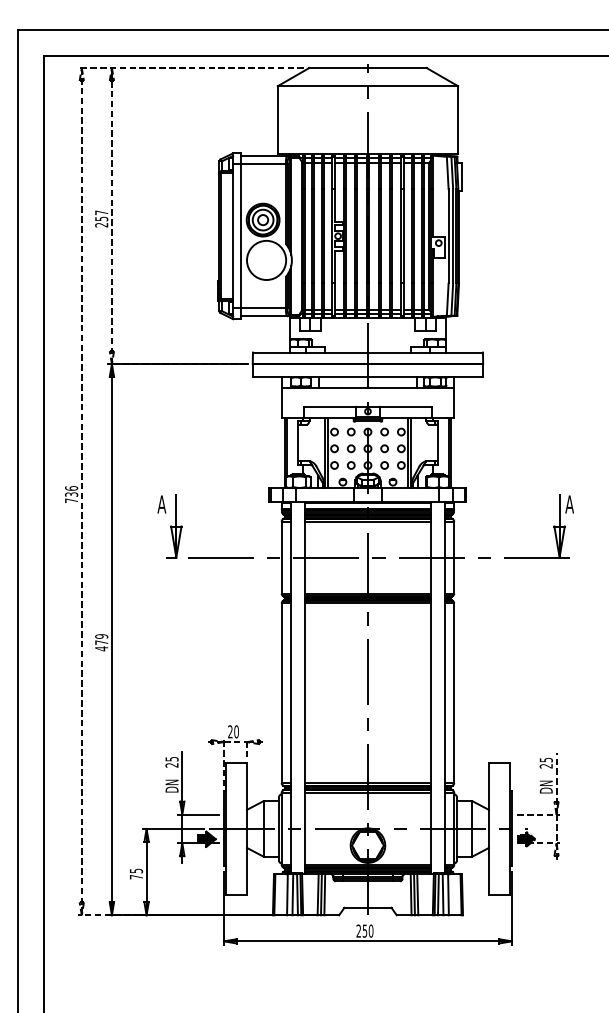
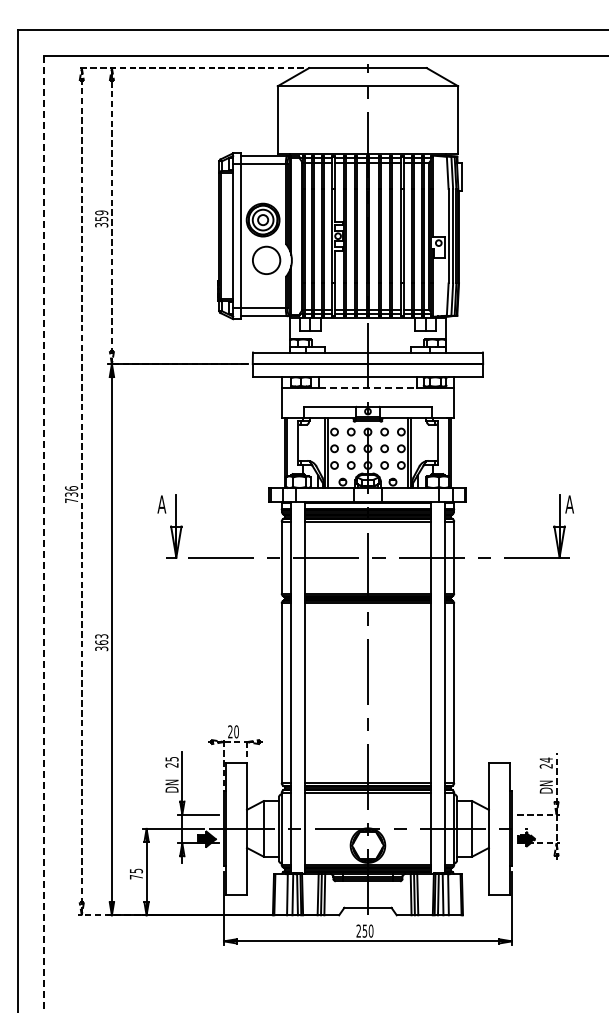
text at (101, 218): 257 -> 359
circle at (266, 260) diameter: 39 px -> 27 px
line at (368, 388): solid -> dashed
line at (44, 534): solid -> dashed
text at (101, 642): 479 -> 363
text at (545, 759): 25 -> 24
